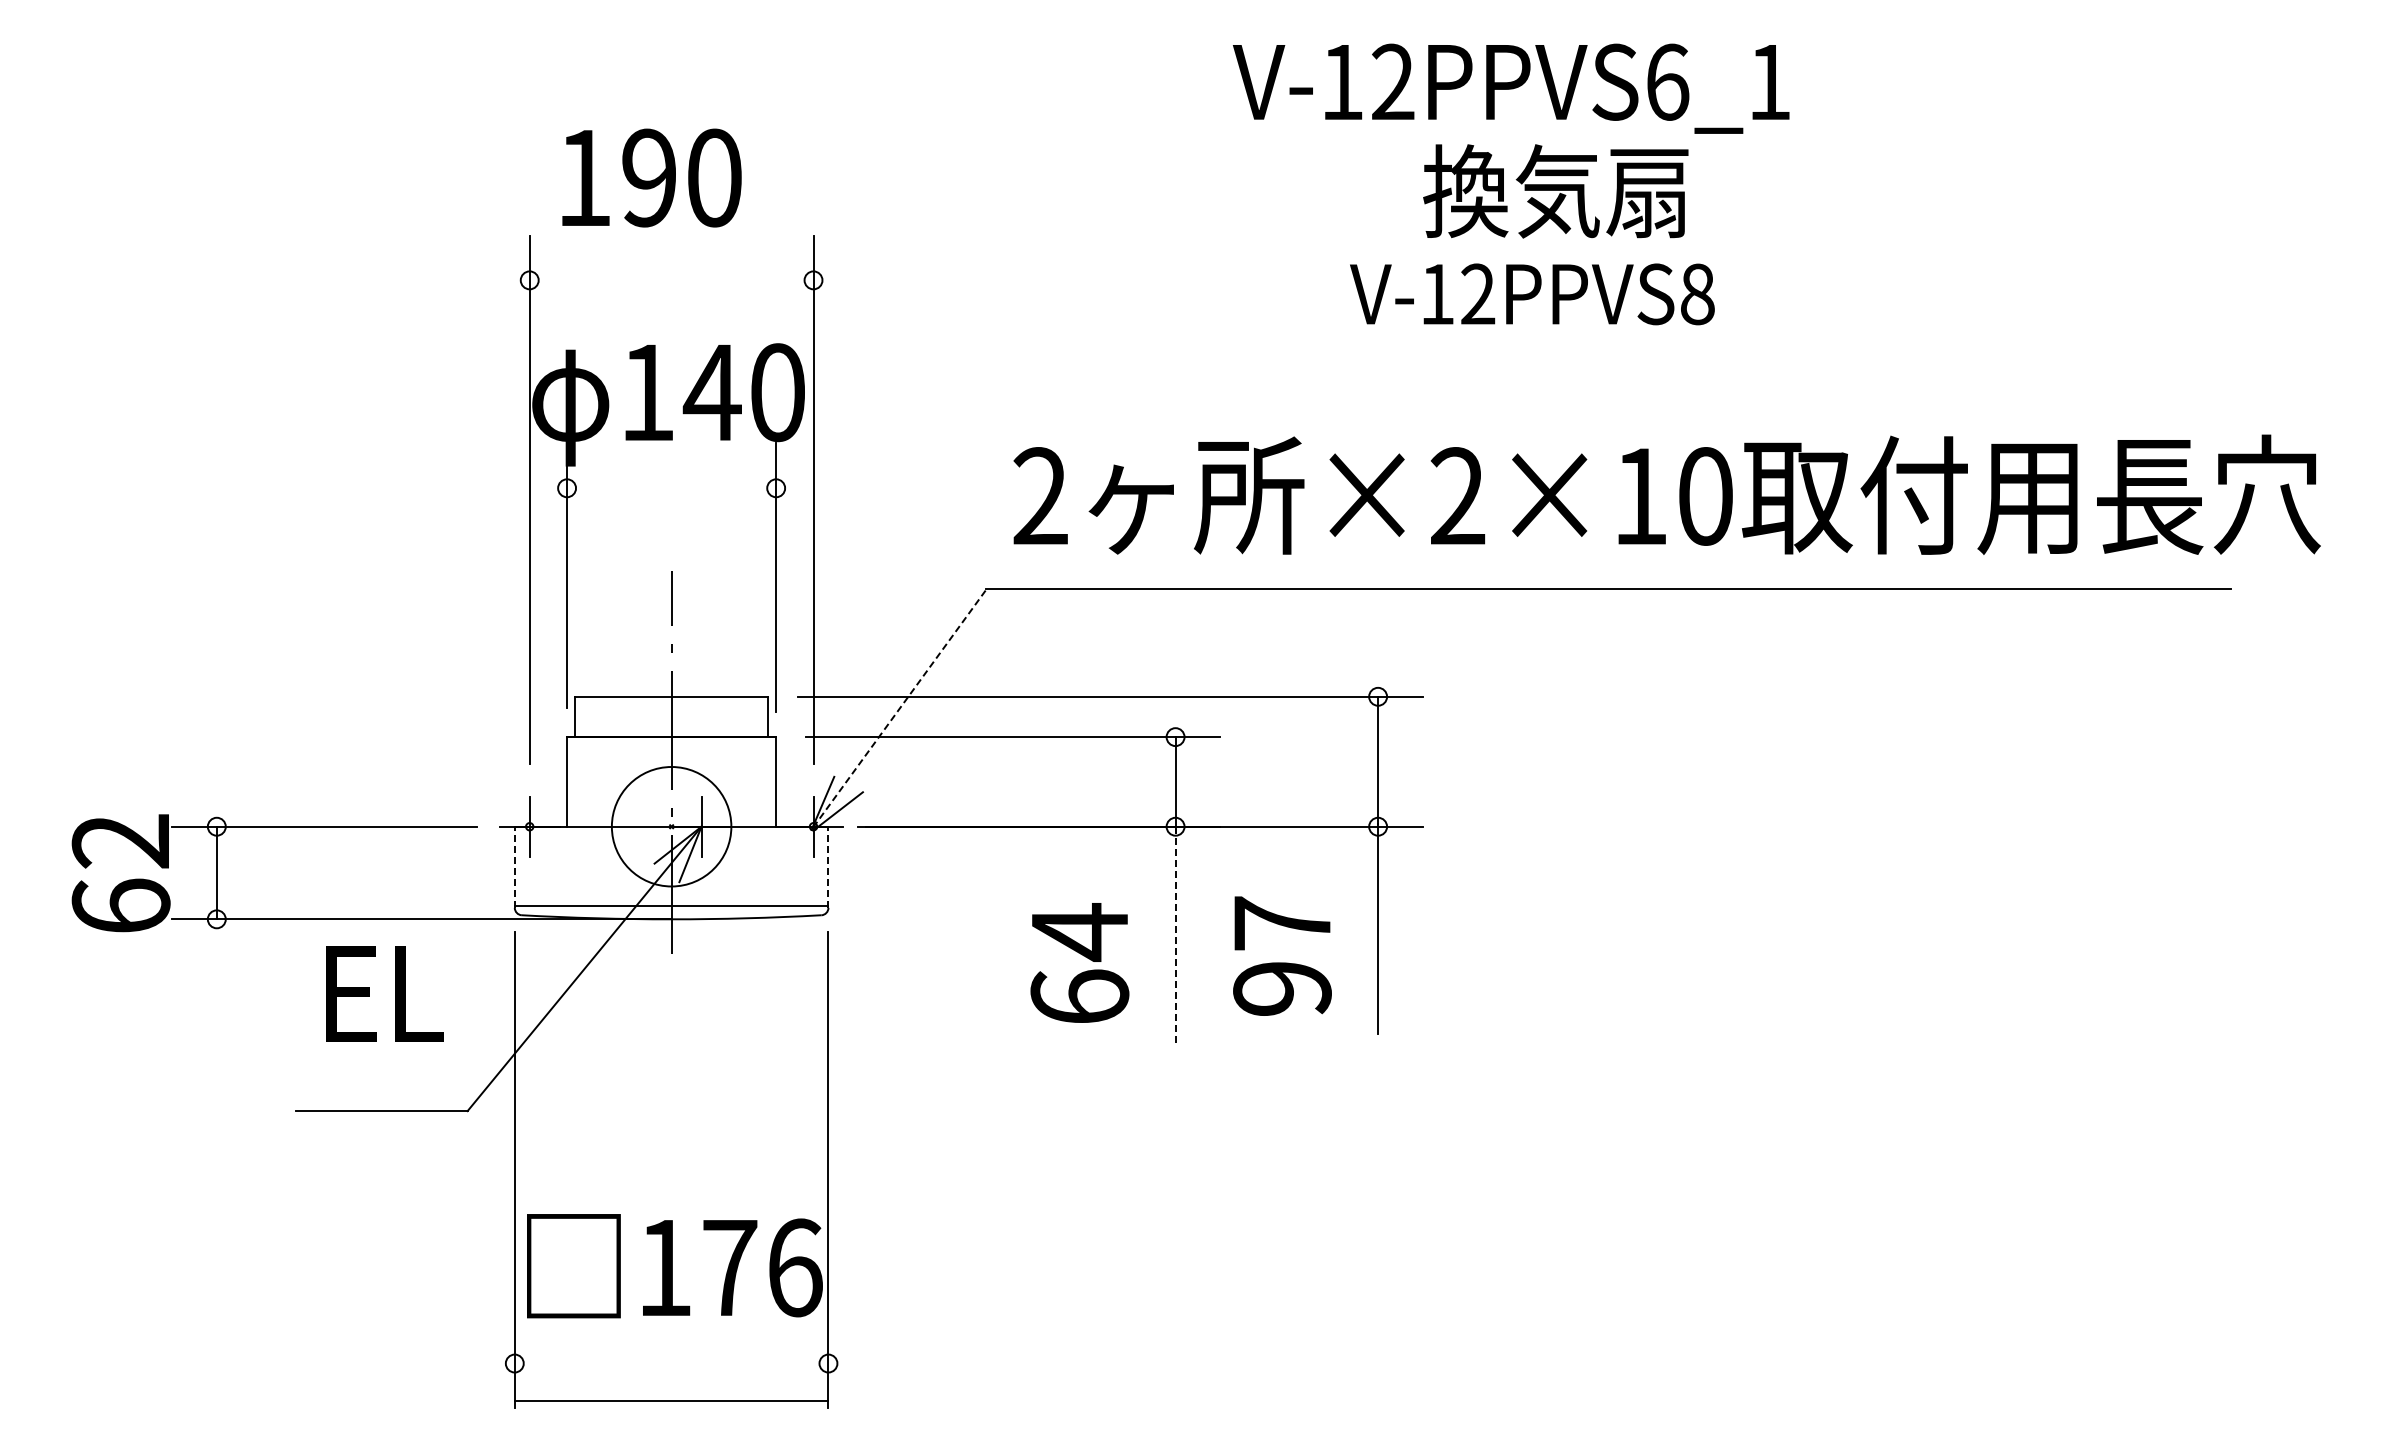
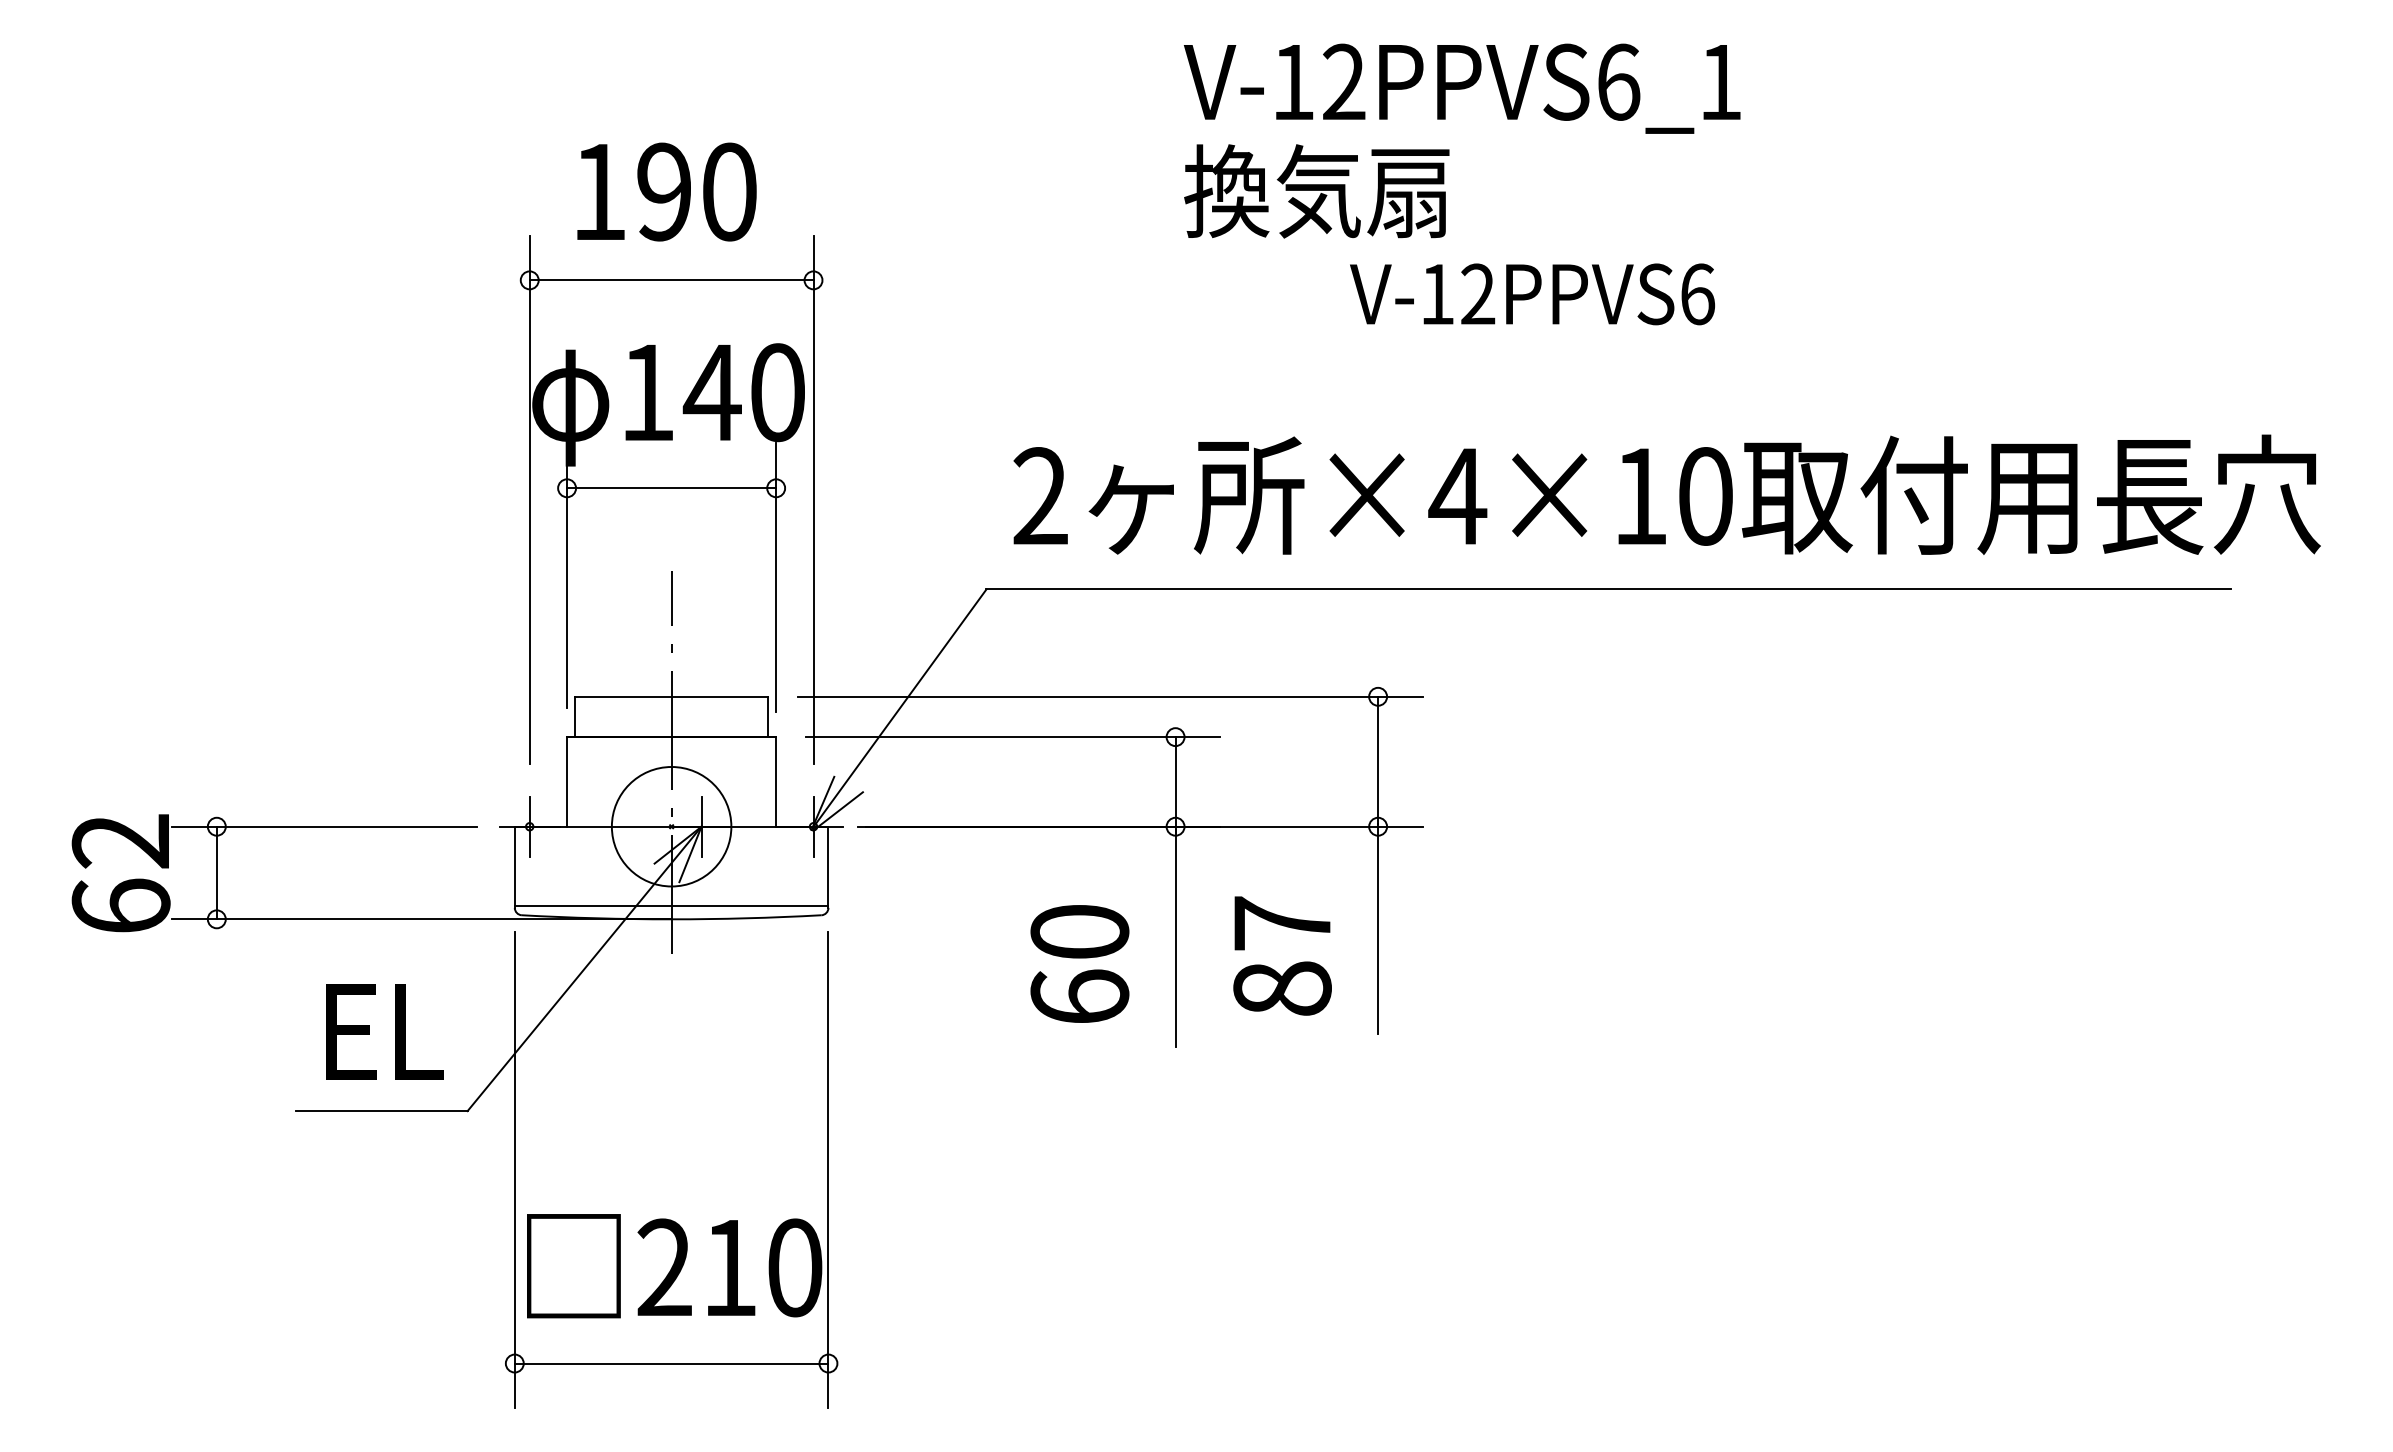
text at (1511, 88) position: (1511, 88) -> (1462, 88)
text at (651, 177) position: (651, 177) -> (666, 191)
text at (1555, 191) position: (1555, 191) -> (1316, 191)
line at (671, 280): none -> present
text at (1698, 294): V-12PPVS8 -> V-12PPVS6
line at (671, 488): none -> present
text at (1457, 495): ×2×10 -> ×4×10
line at (900, 708): dashed -> solid
line at (514, 867): dashed -> solid
line at (828, 867): dashed -> solid
text at (1079, 932): 64 -> 60
line at (1175, 937): dashed -> solid
text at (1282, 988): 97 -> 87
text at (384, 993) position: (384, 993) -> (384, 1031)
text at (729, 1267): 176 -> 210
line at (671, 1400) position: (671, 1400) -> (671, 1363)
